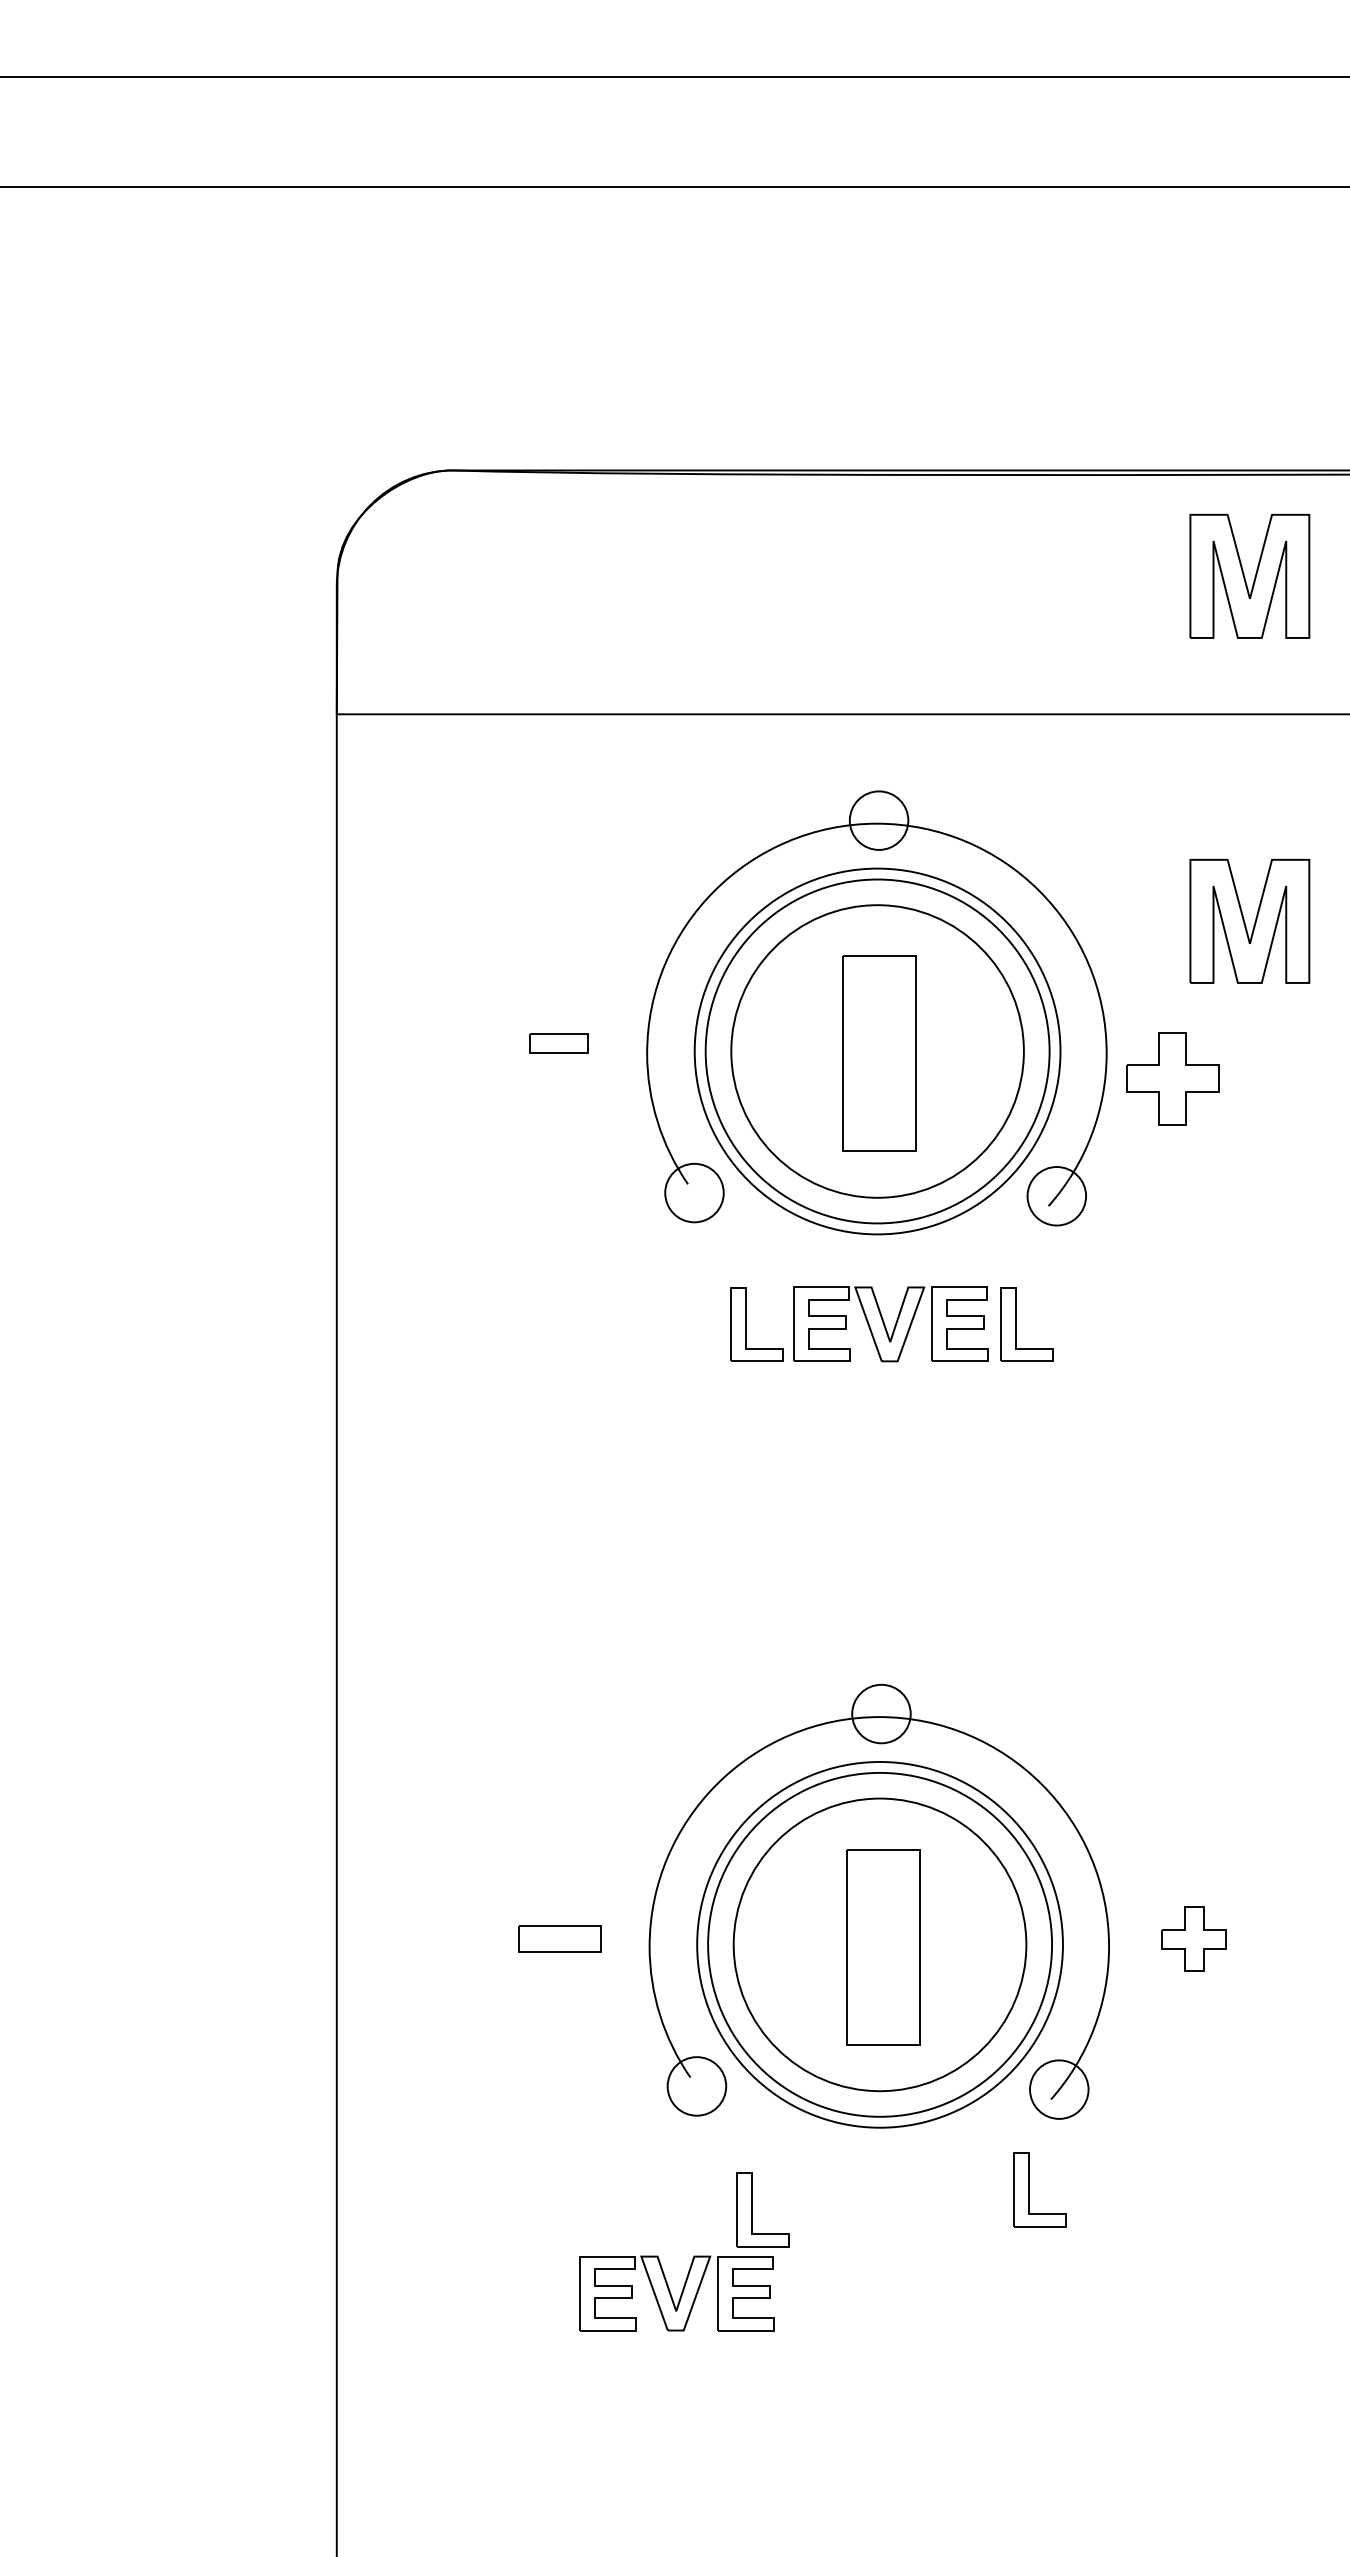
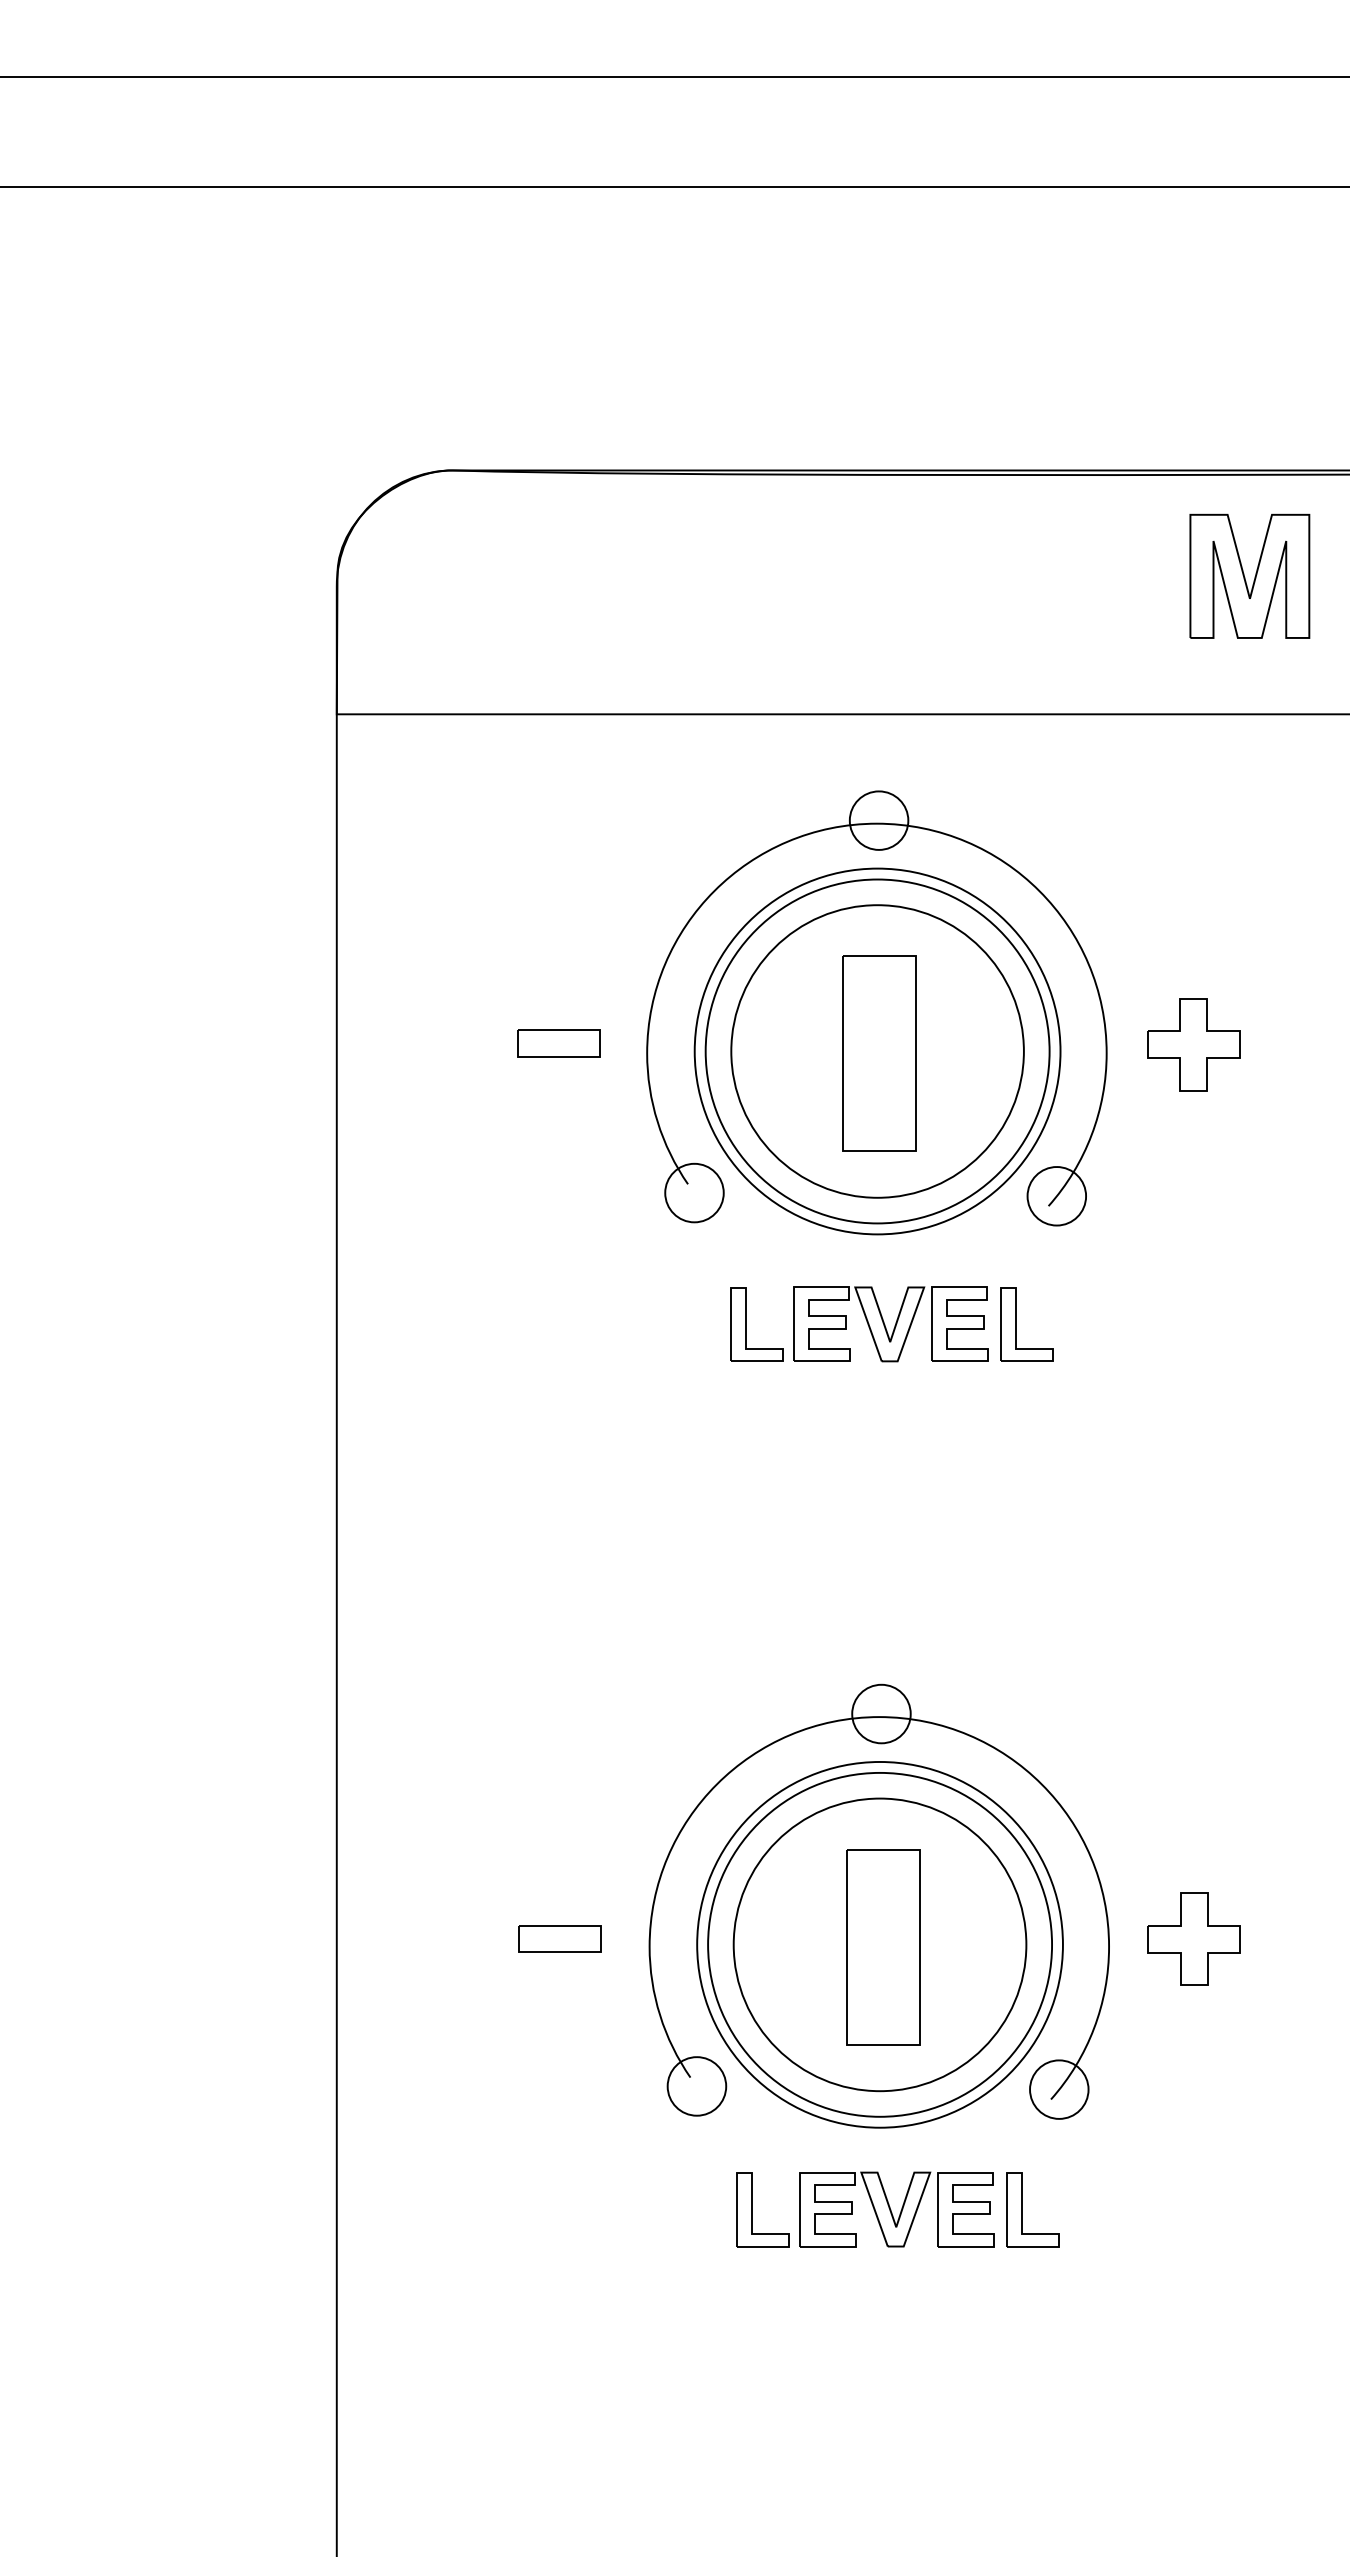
part at (1249, 920): present -> none
part at (558, 1043) size: 60x21 px -> 84x29 px
part at (1172, 1078) position: (1172, 1078) -> (1193, 1044)
part at (1193, 1938) size: 66x66 px -> 94x94 px
part at (1029, 2189) position: (1029, 2189) -> (1022, 2209)
part at (676, 2293) position: (676, 2293) -> (896, 2209)
